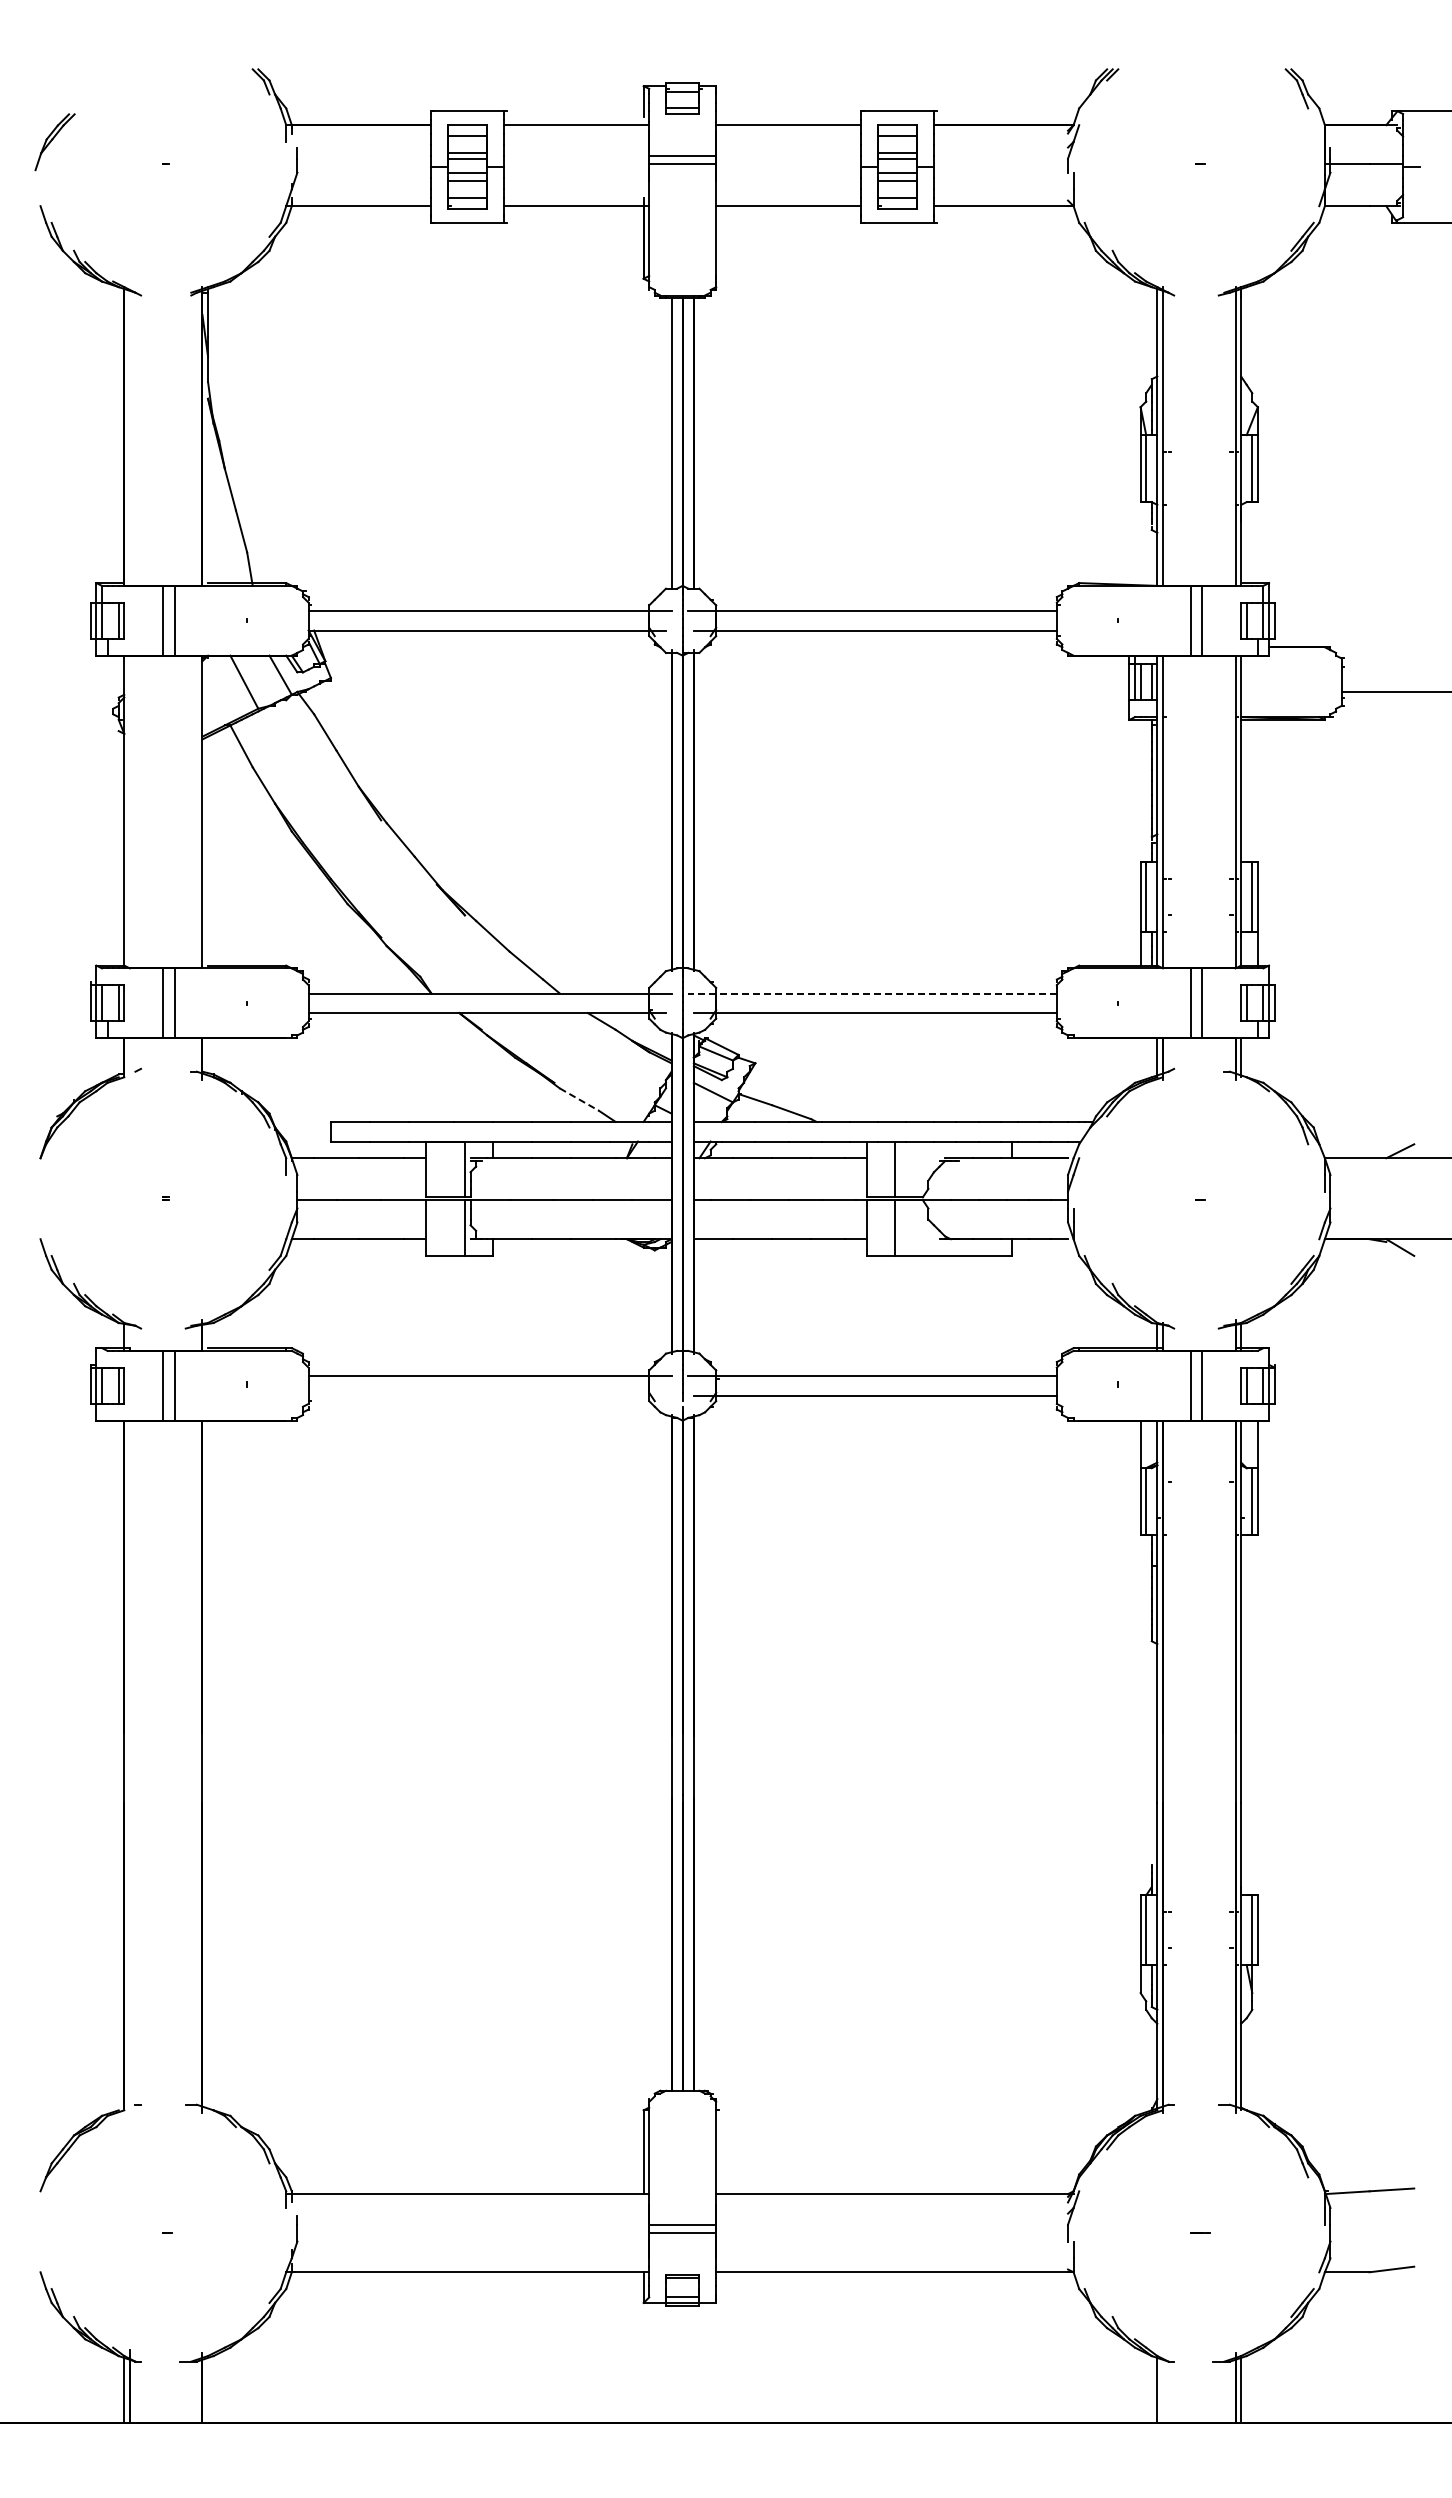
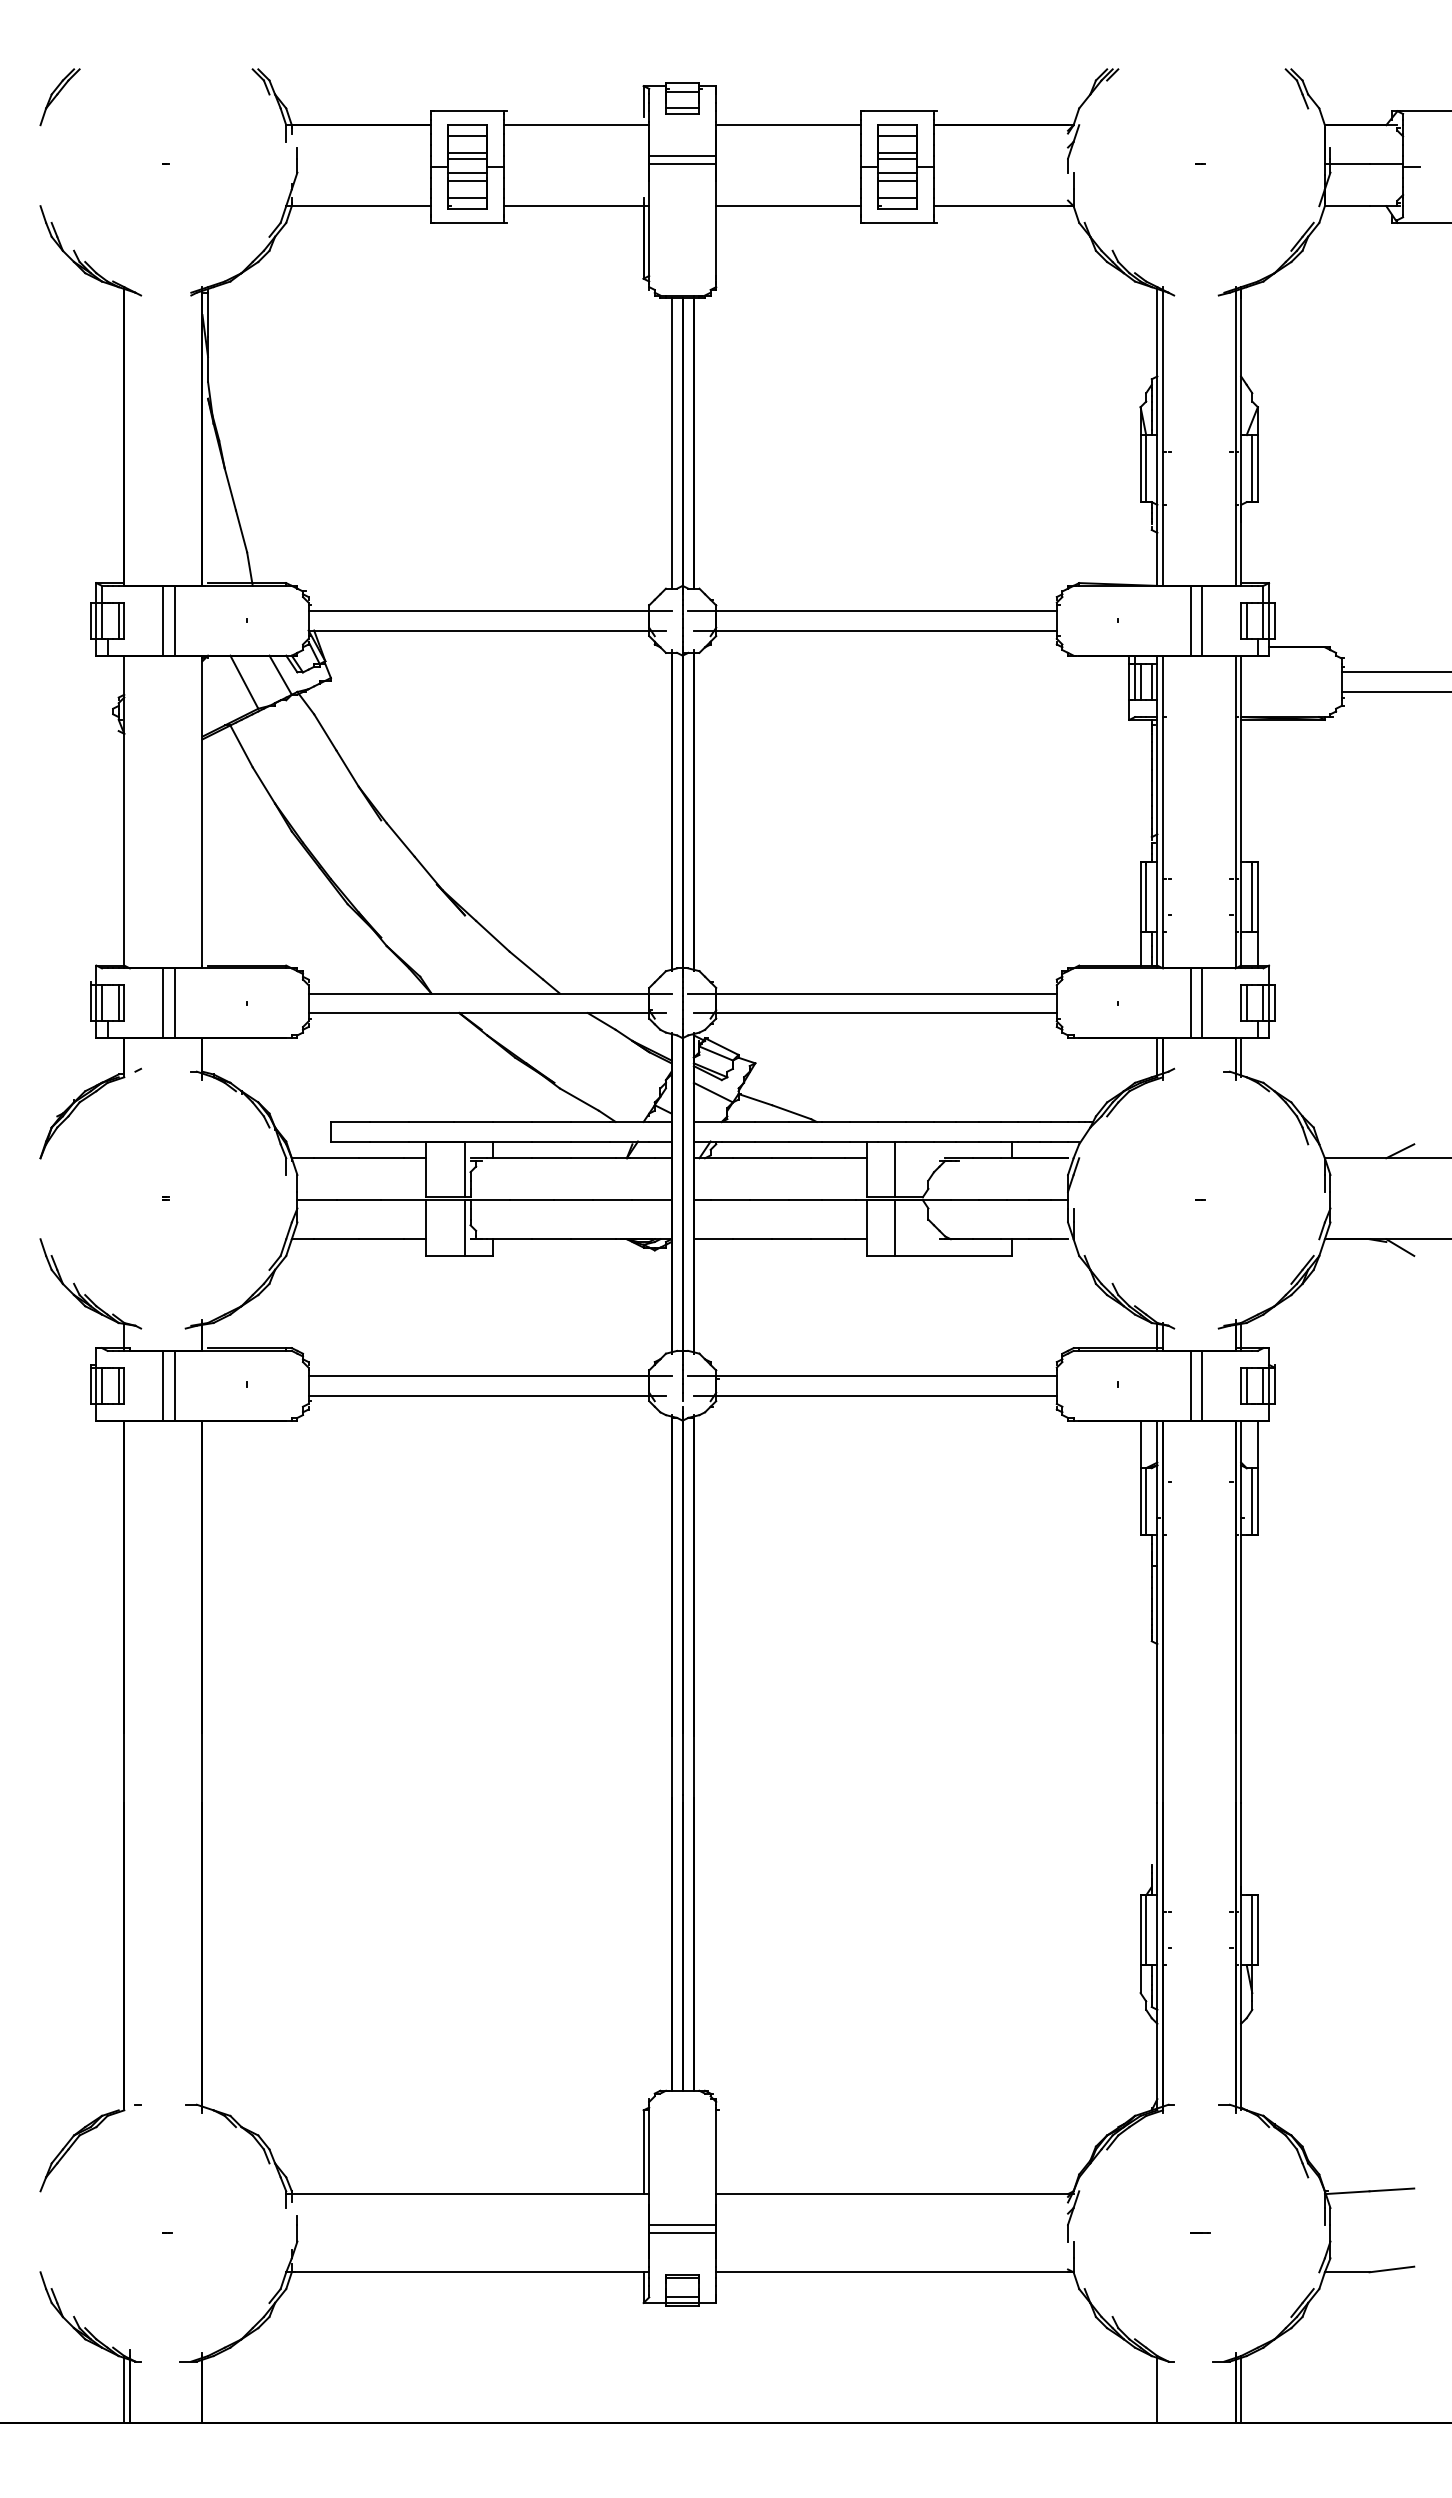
part at (54, 142) position: (54, 142) -> (59, 97)
line at (1394, 672): none -> present
line at (872, 993): dashed -> solid
line at (579, 1099): dashed -> solid
line at (486, 1395): none -> present
